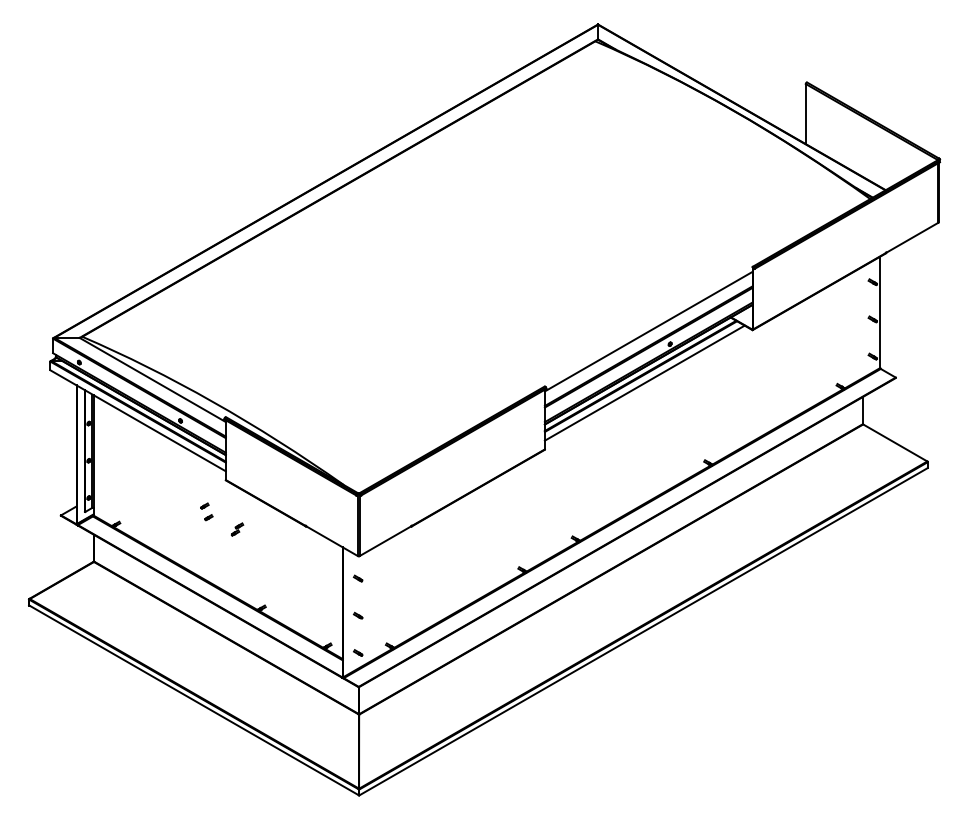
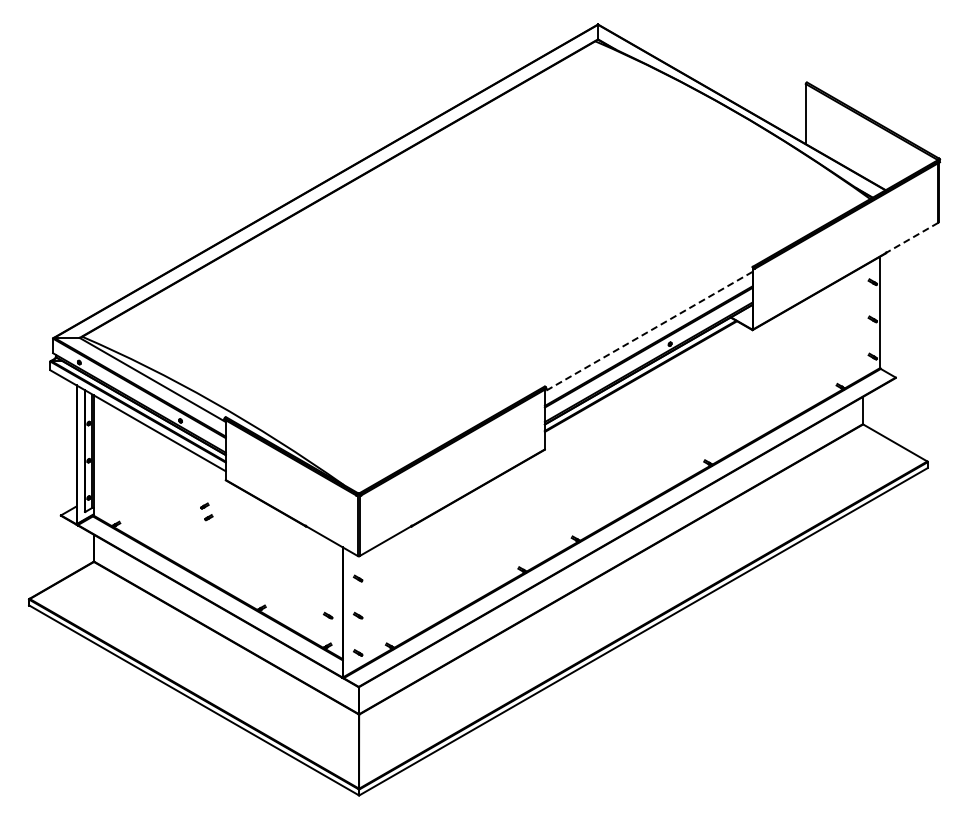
line at (912, 237): solid -> dashed
line at (648, 331): solid -> dashed
line at (644, 382): present -> none
part at (237, 529): present -> none
part at (327, 615): none -> present
